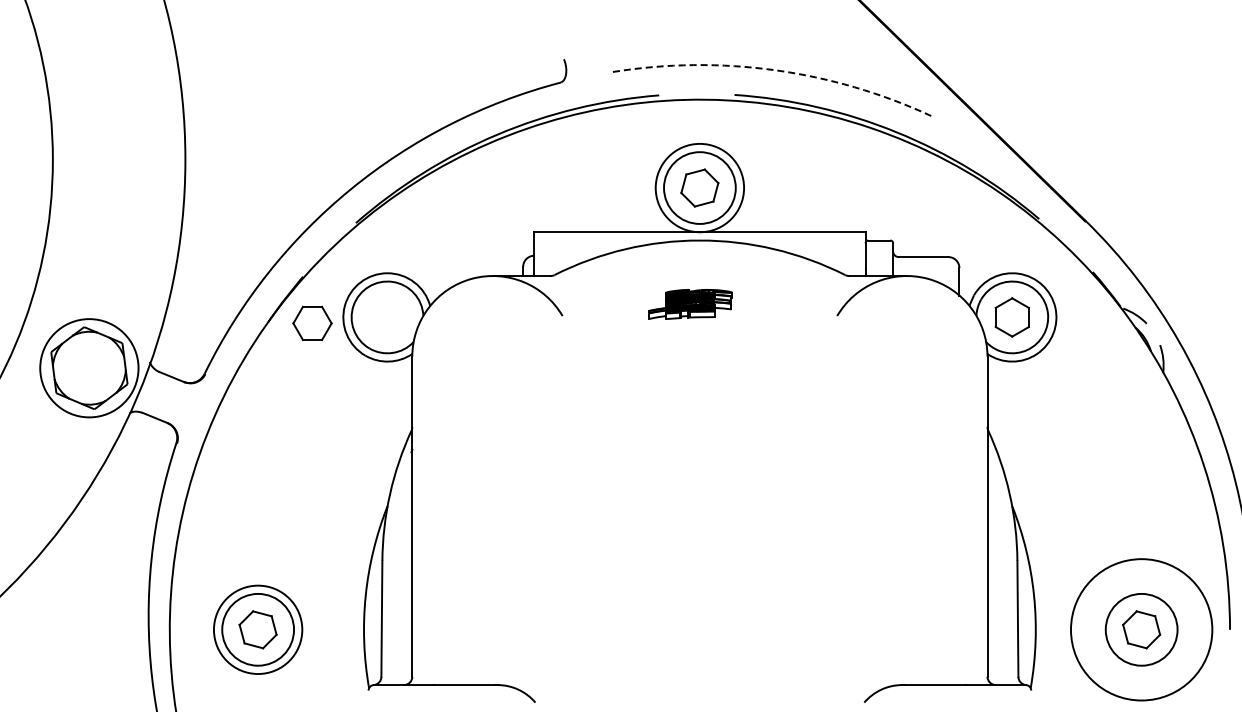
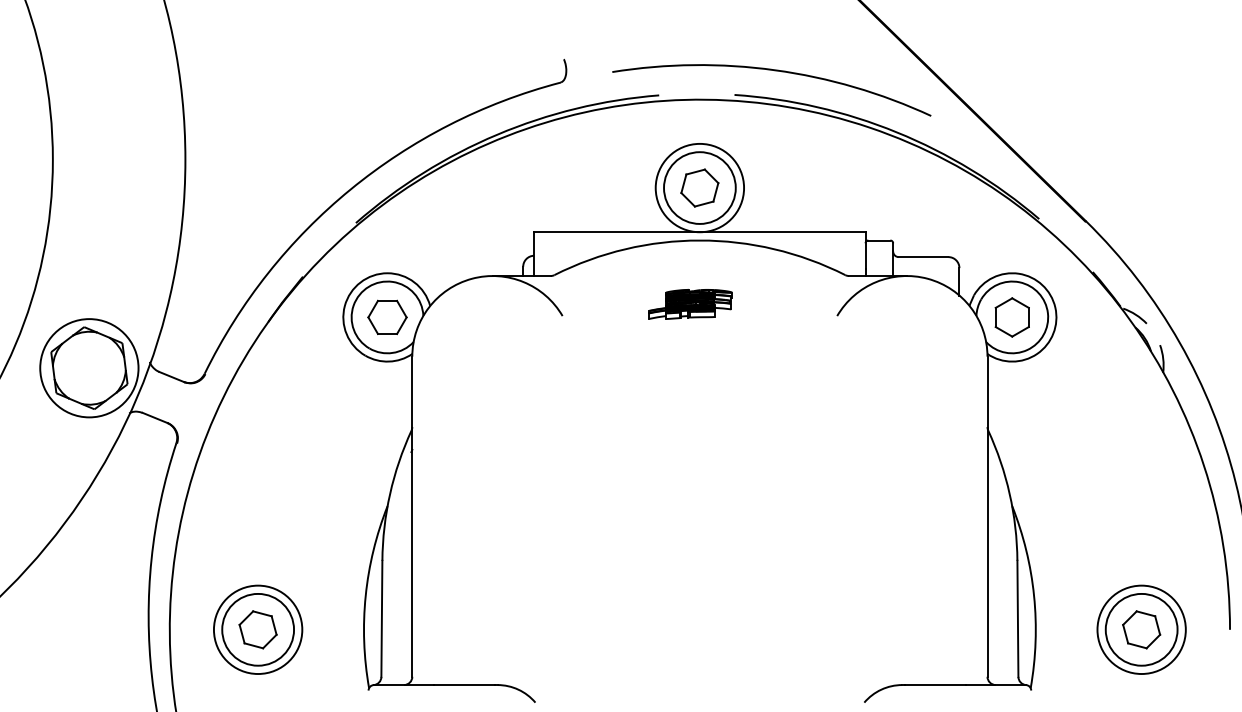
arc at (775, 70): dashed -> solid
part at (312, 322) position: (312, 322) -> (387, 316)
circle at (1141, 629) diameter: 141 px -> 88 px
